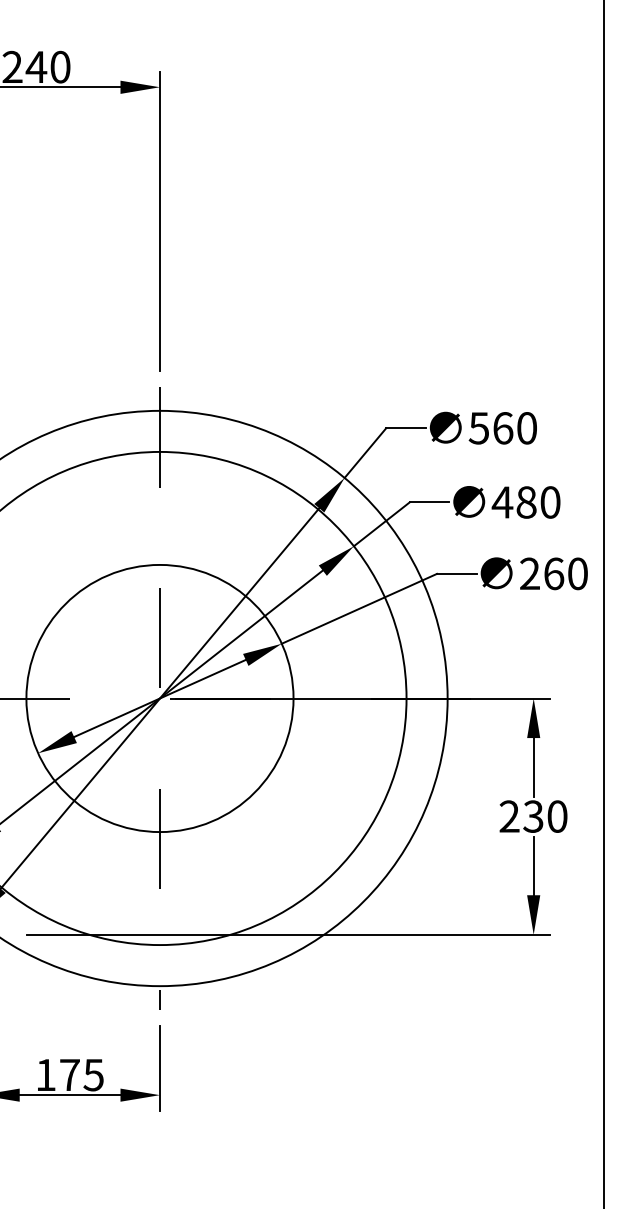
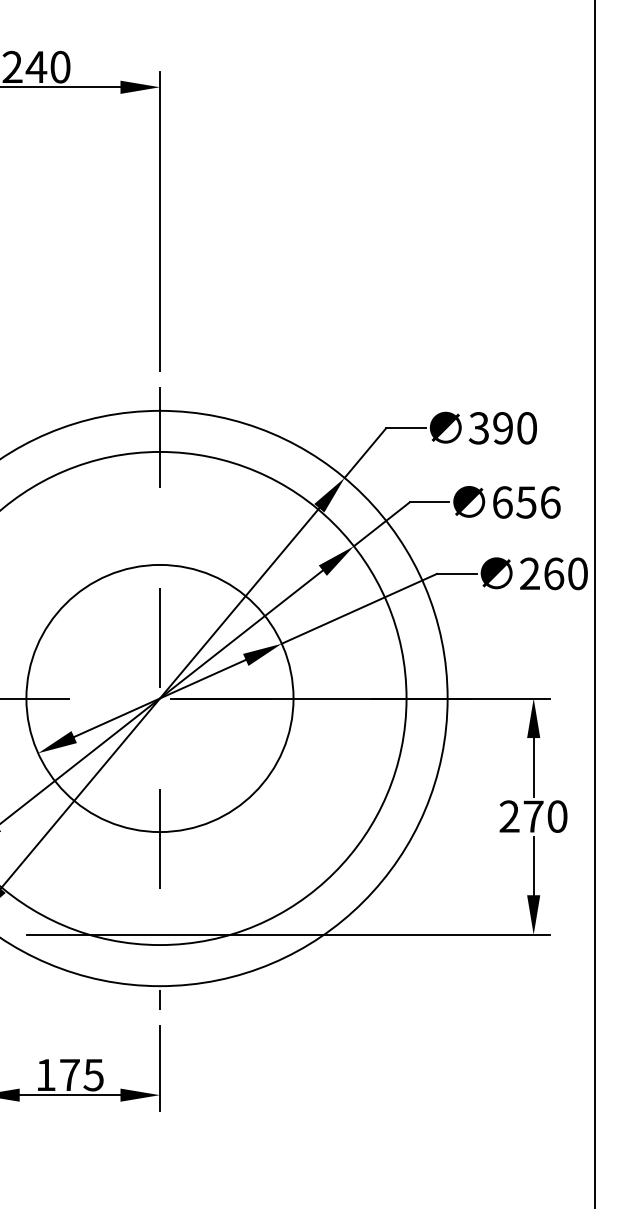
text at (491, 428): 560 -> 390
text at (525, 502): 480 -> 656
line at (604, 603) position: (604, 603) -> (595, 603)
text at (533, 816): 230 -> 270
